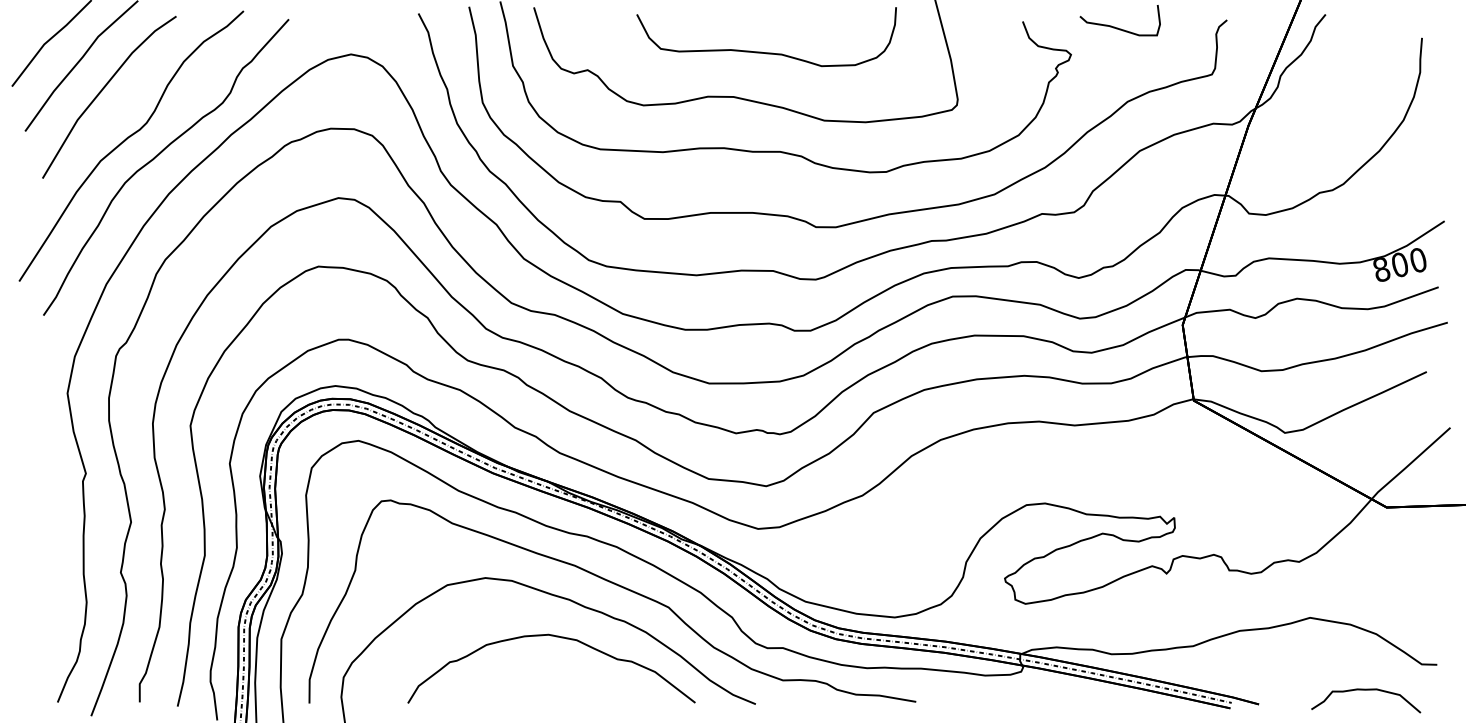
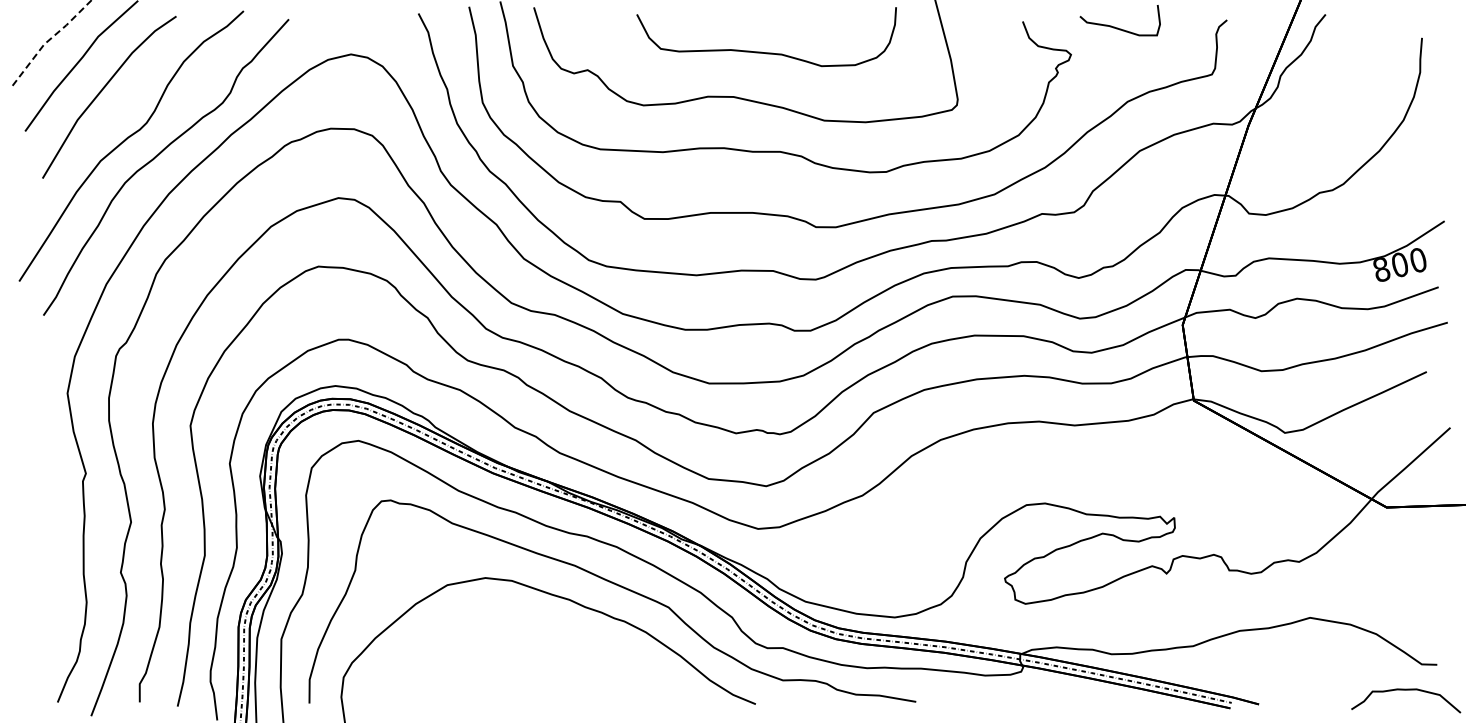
line at (48, 40): solid -> dashed
curve at (556, 637): present -> none
curve at (1366, 690) position: (1366, 690) -> (1406, 690)
